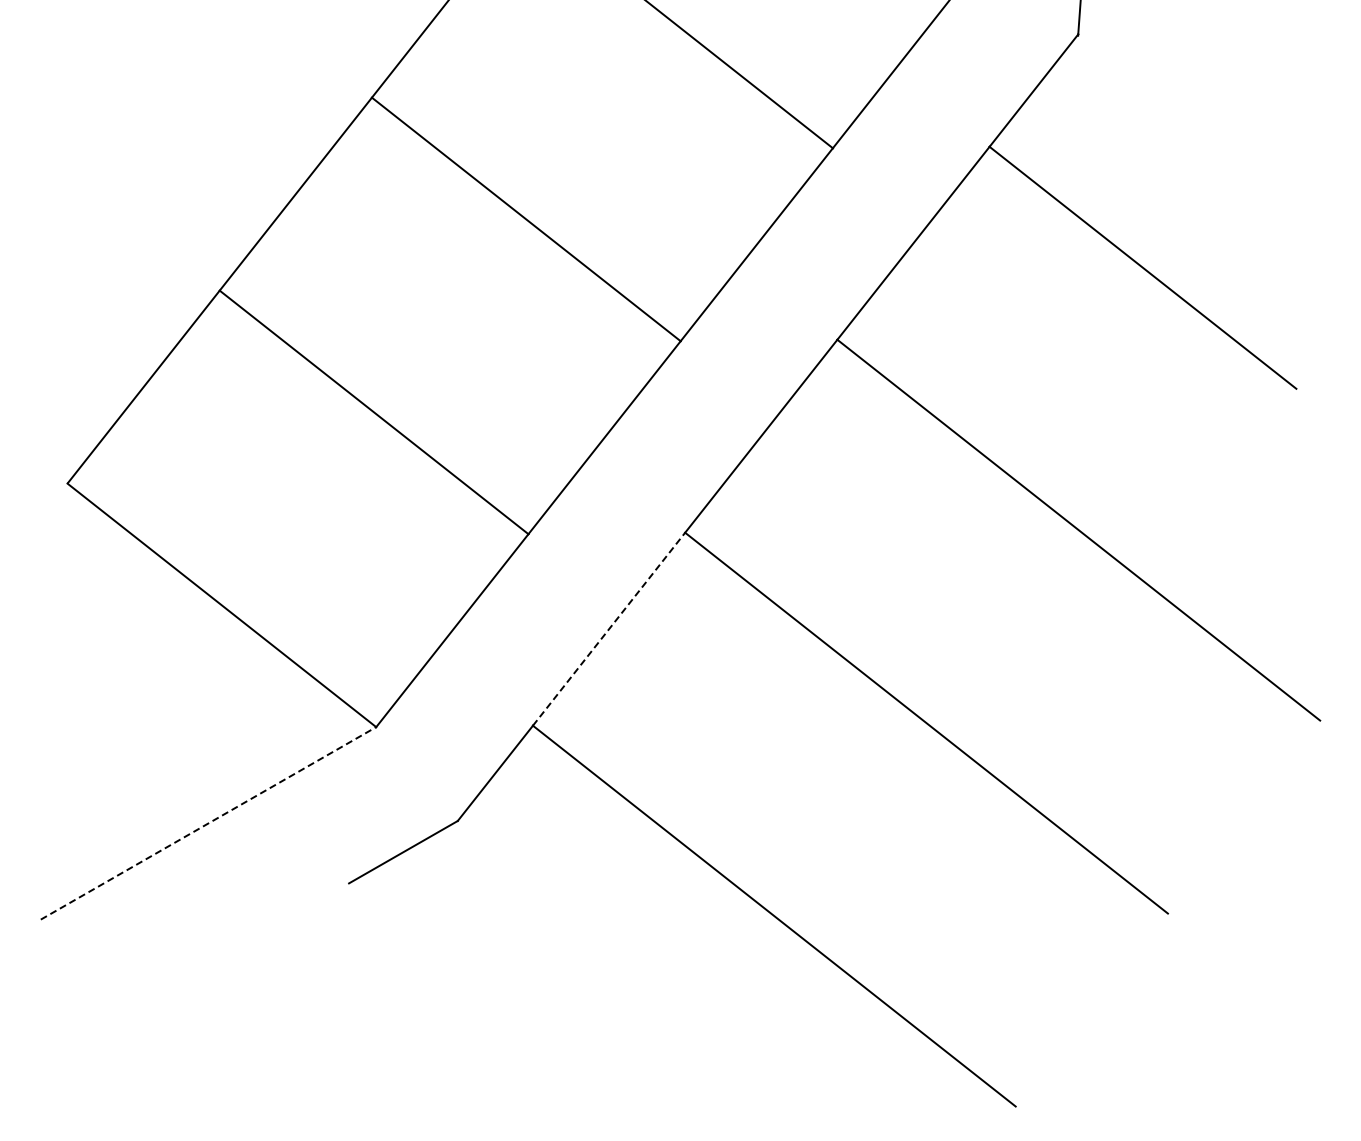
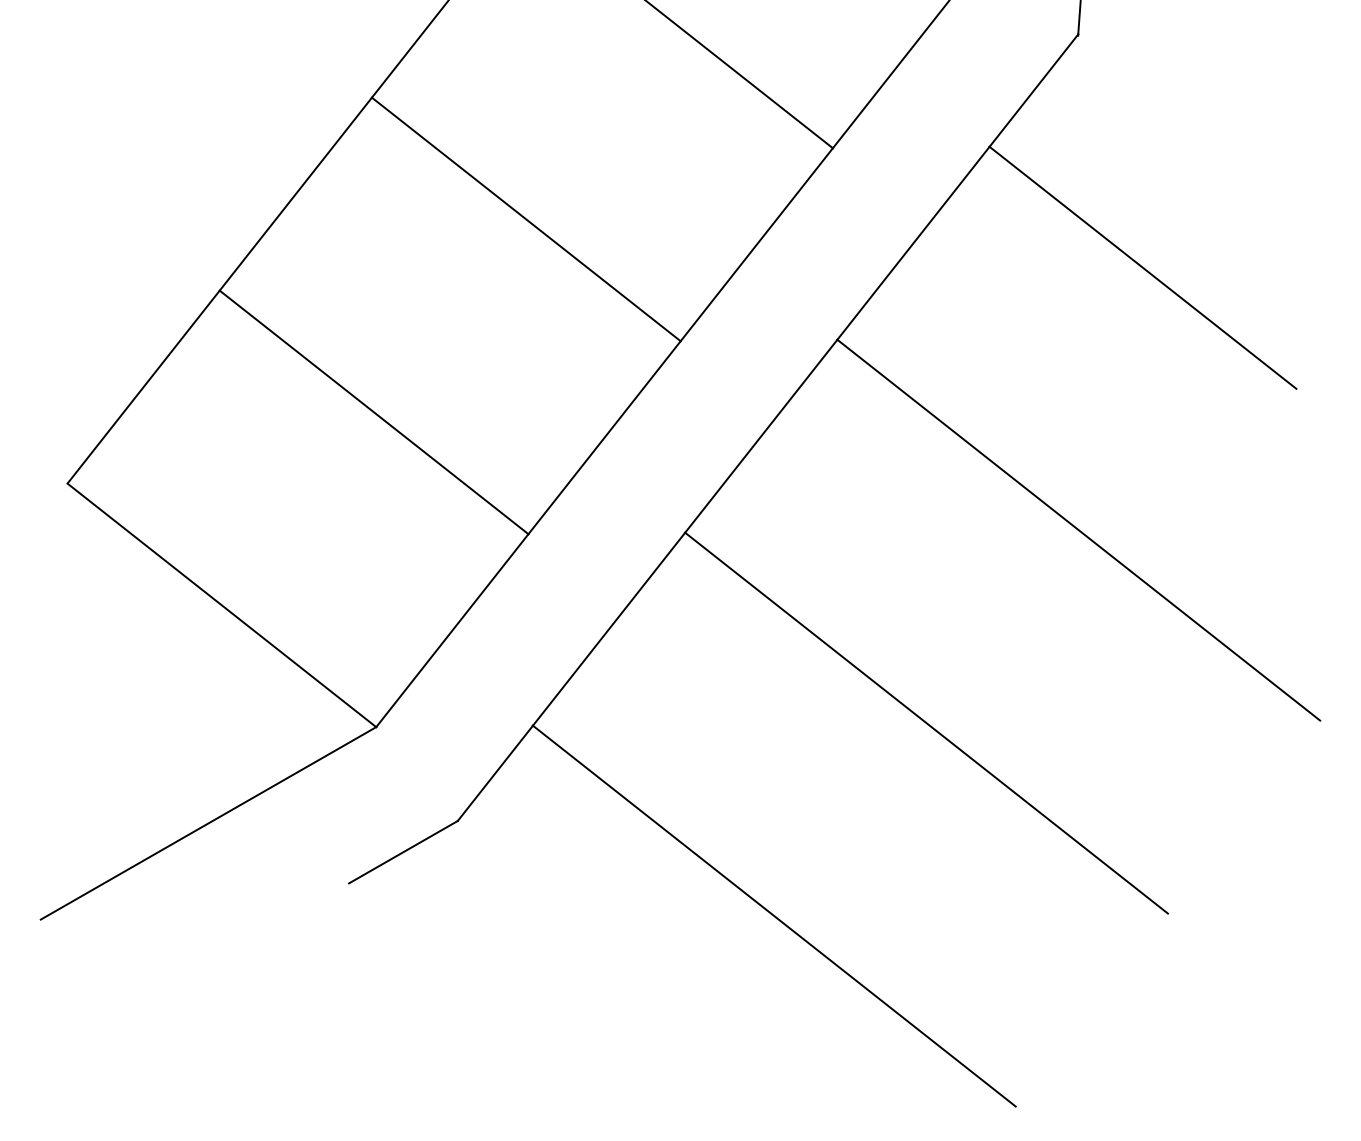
line at (609, 629): dashed -> solid
line at (208, 823): dashed -> solid
